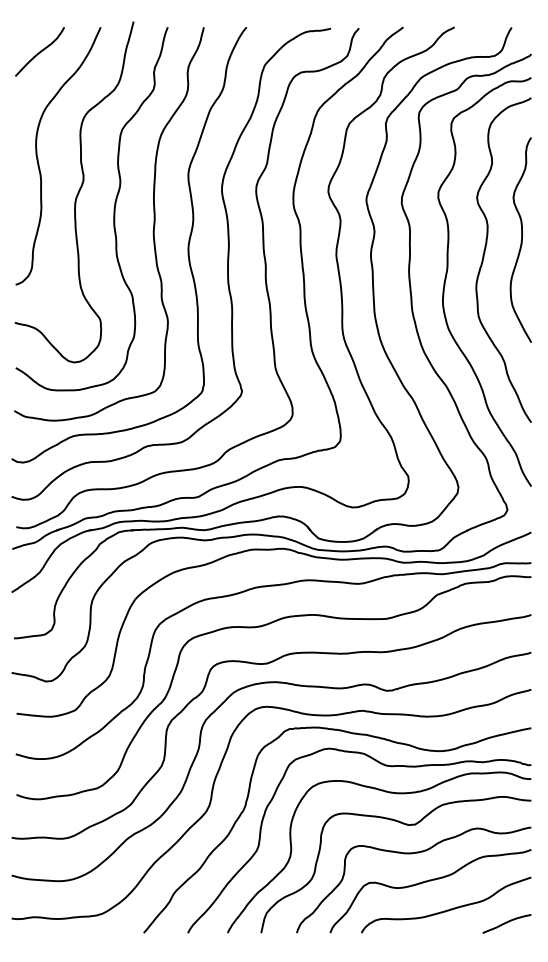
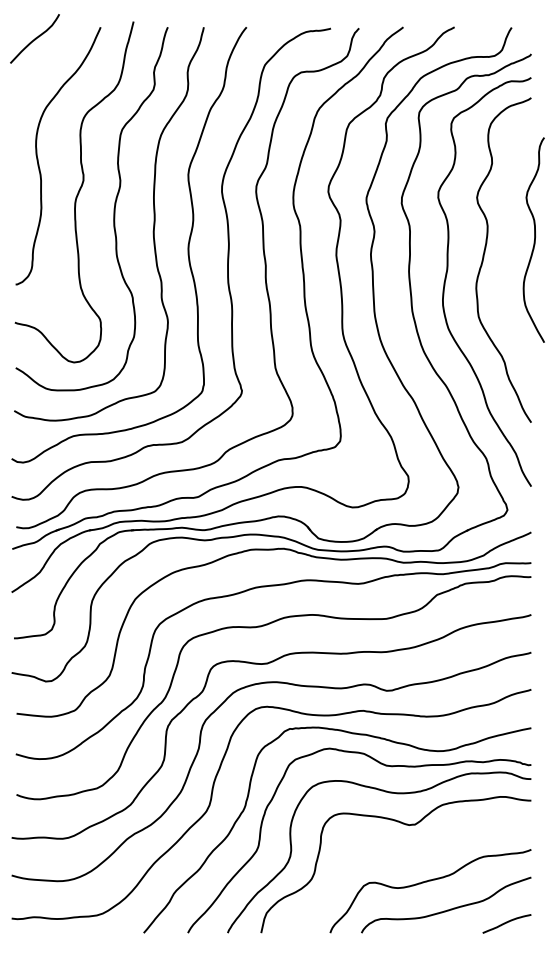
curve at (39, 51) position: (39, 51) -> (34, 38)
curve at (521, 239) position: (521, 239) -> (534, 239)
curve at (412, 854): present -> none
